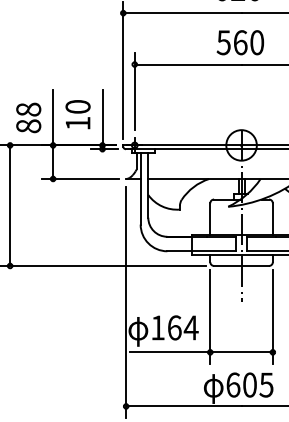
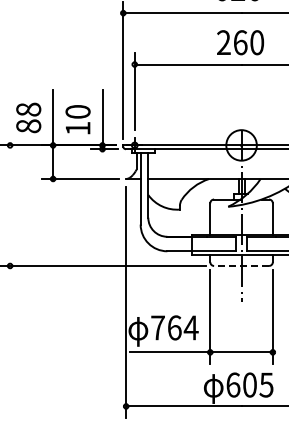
text at (223, 42): 560 -> 260
text at (77, 114) position: (77, 114) -> (77, 119)
line at (10, 205): present -> none
line at (241, 265): solid -> dashed
text at (157, 327): 164 -> 764
